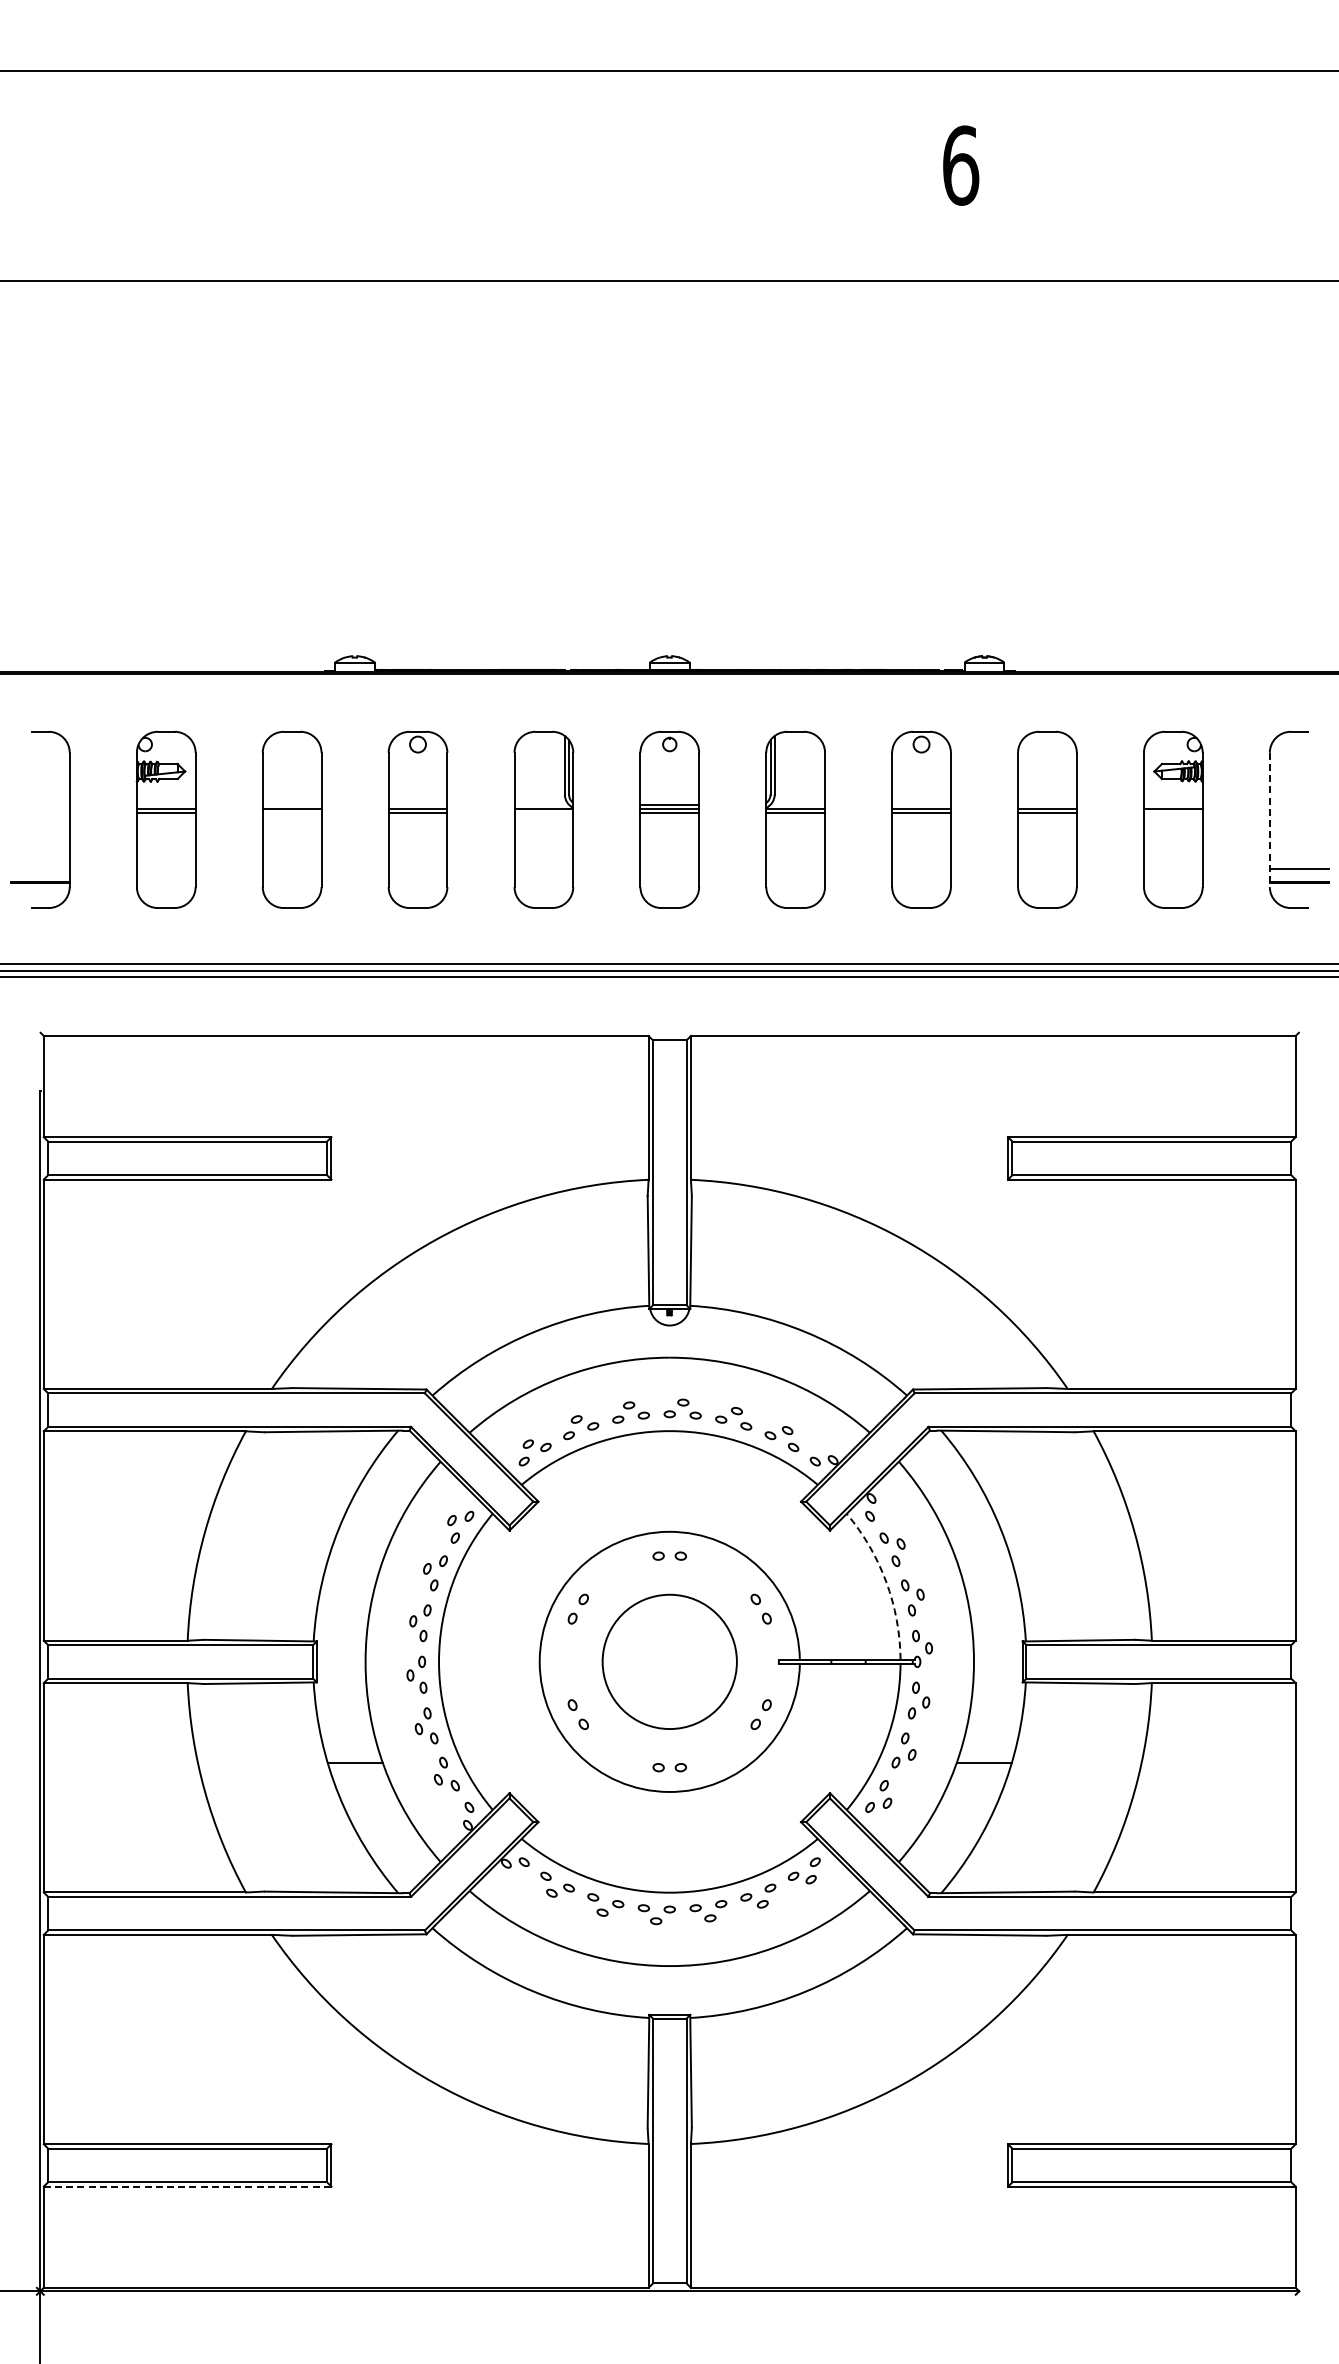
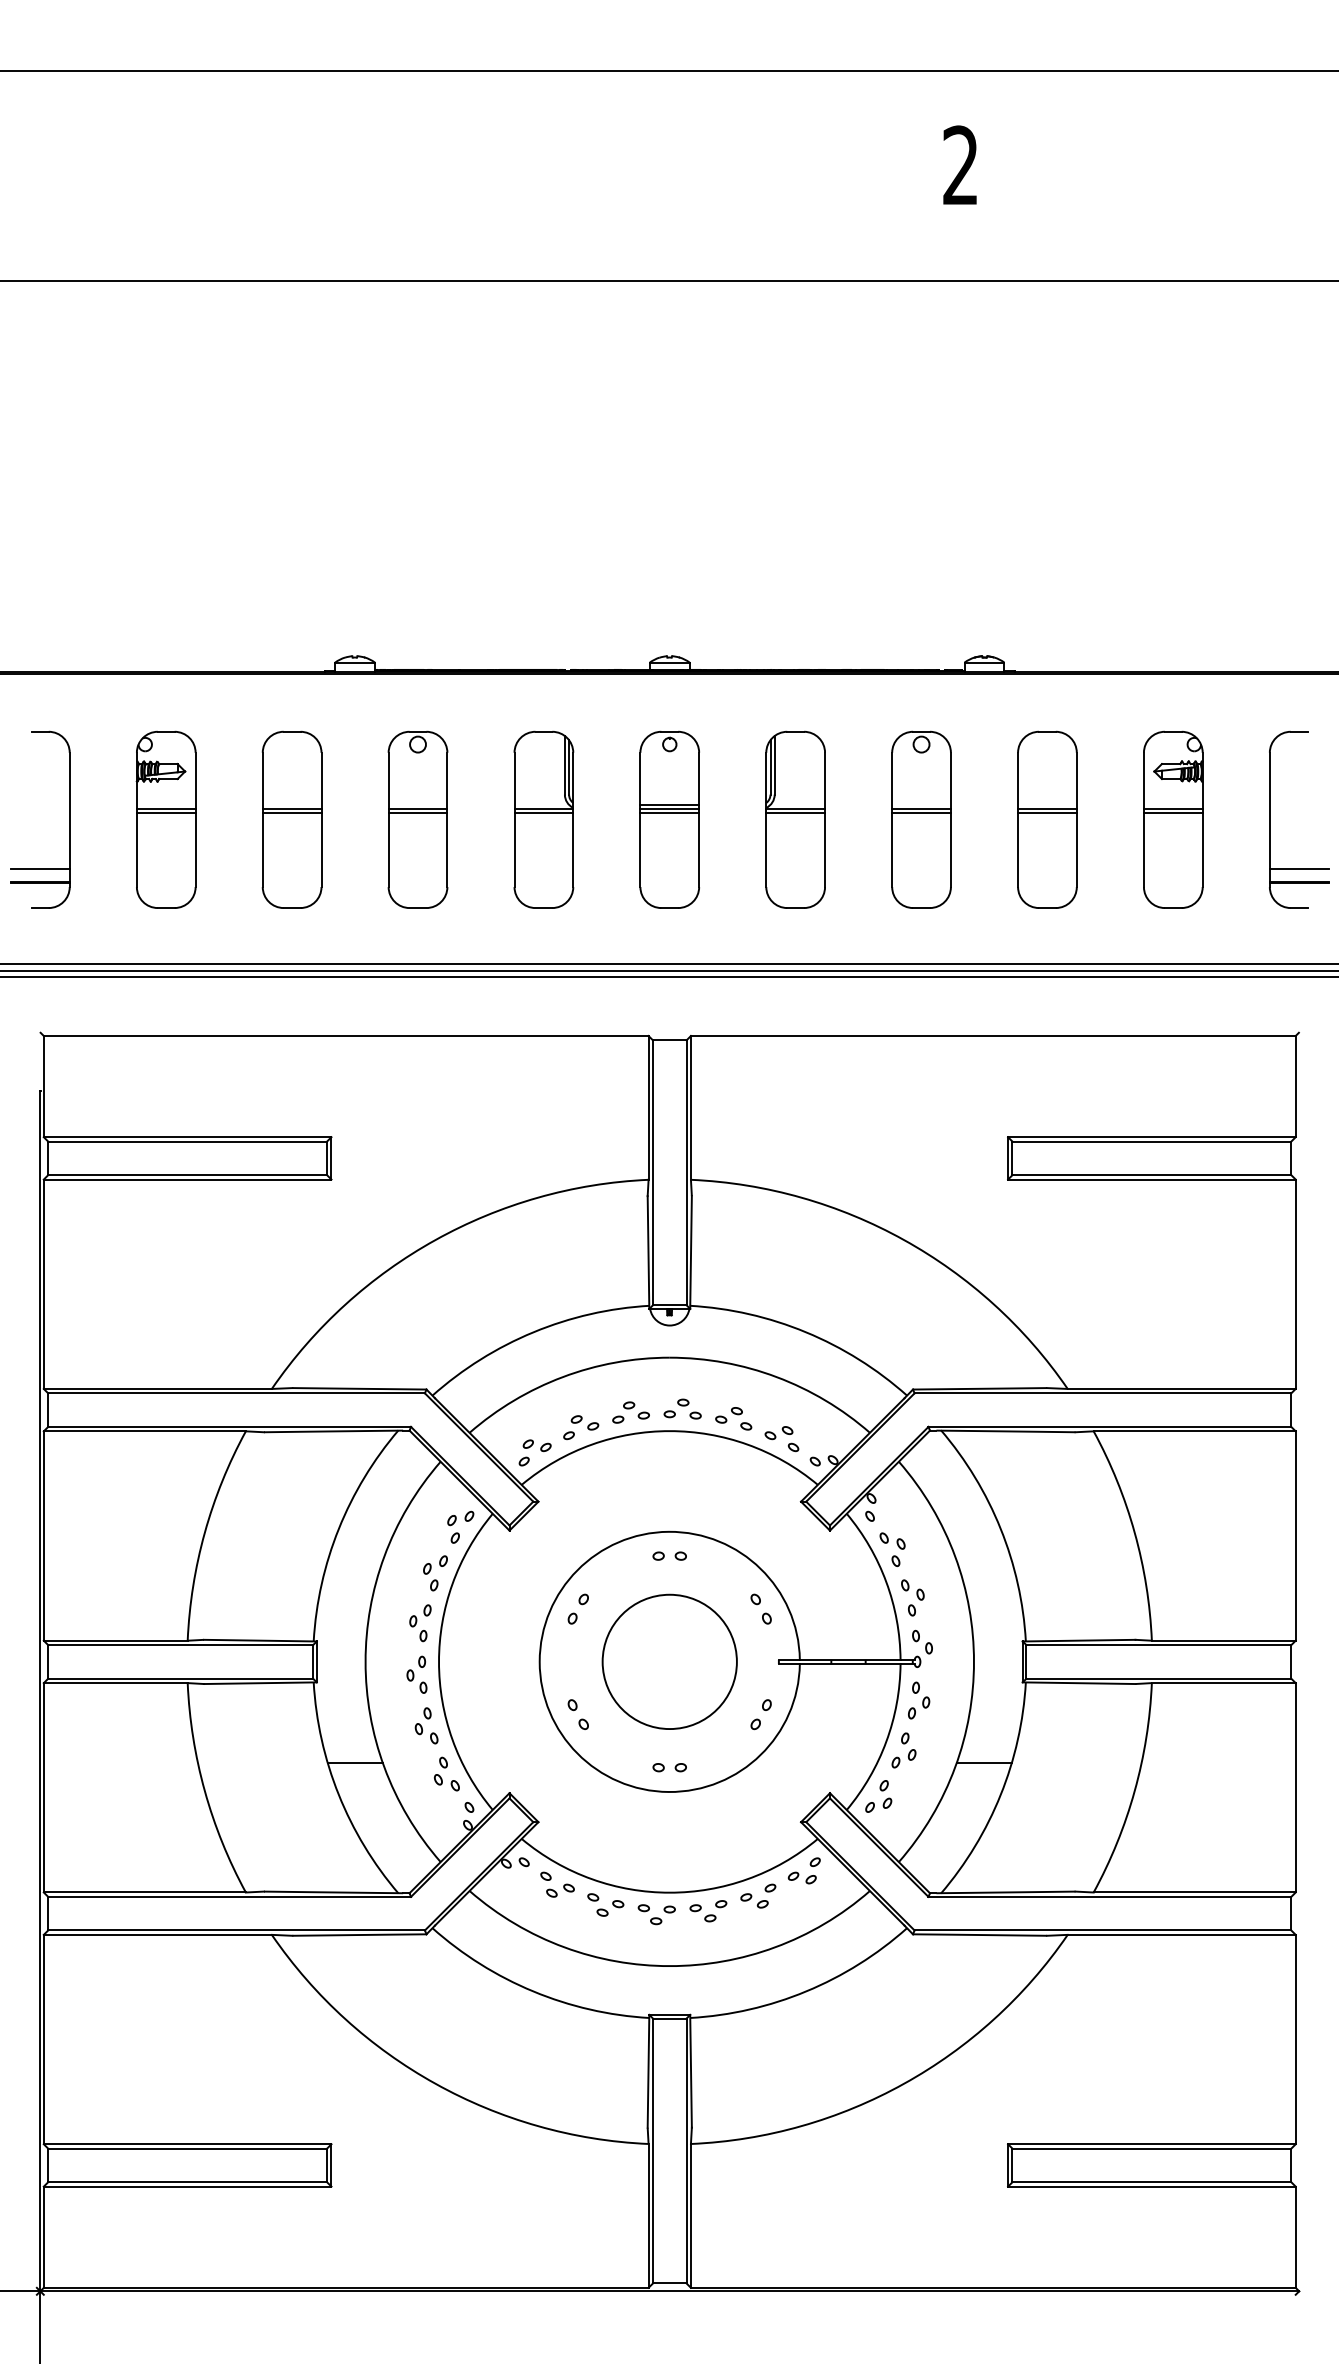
text at (961, 165): 6 -> 2
line at (291, 813): none -> present
line at (543, 813): none -> present
line at (1172, 813): none -> present
line at (1269, 820): dashed -> solid
line at (40, 869): none -> present
arc at (886, 1582): dashed -> solid
line at (187, 2186): dashed -> solid
